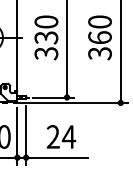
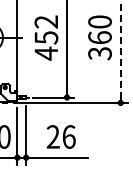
text at (46, 37): 330 -> 452
line at (120, 49): solid -> dashed
text at (68, 136): 24 -> 26
